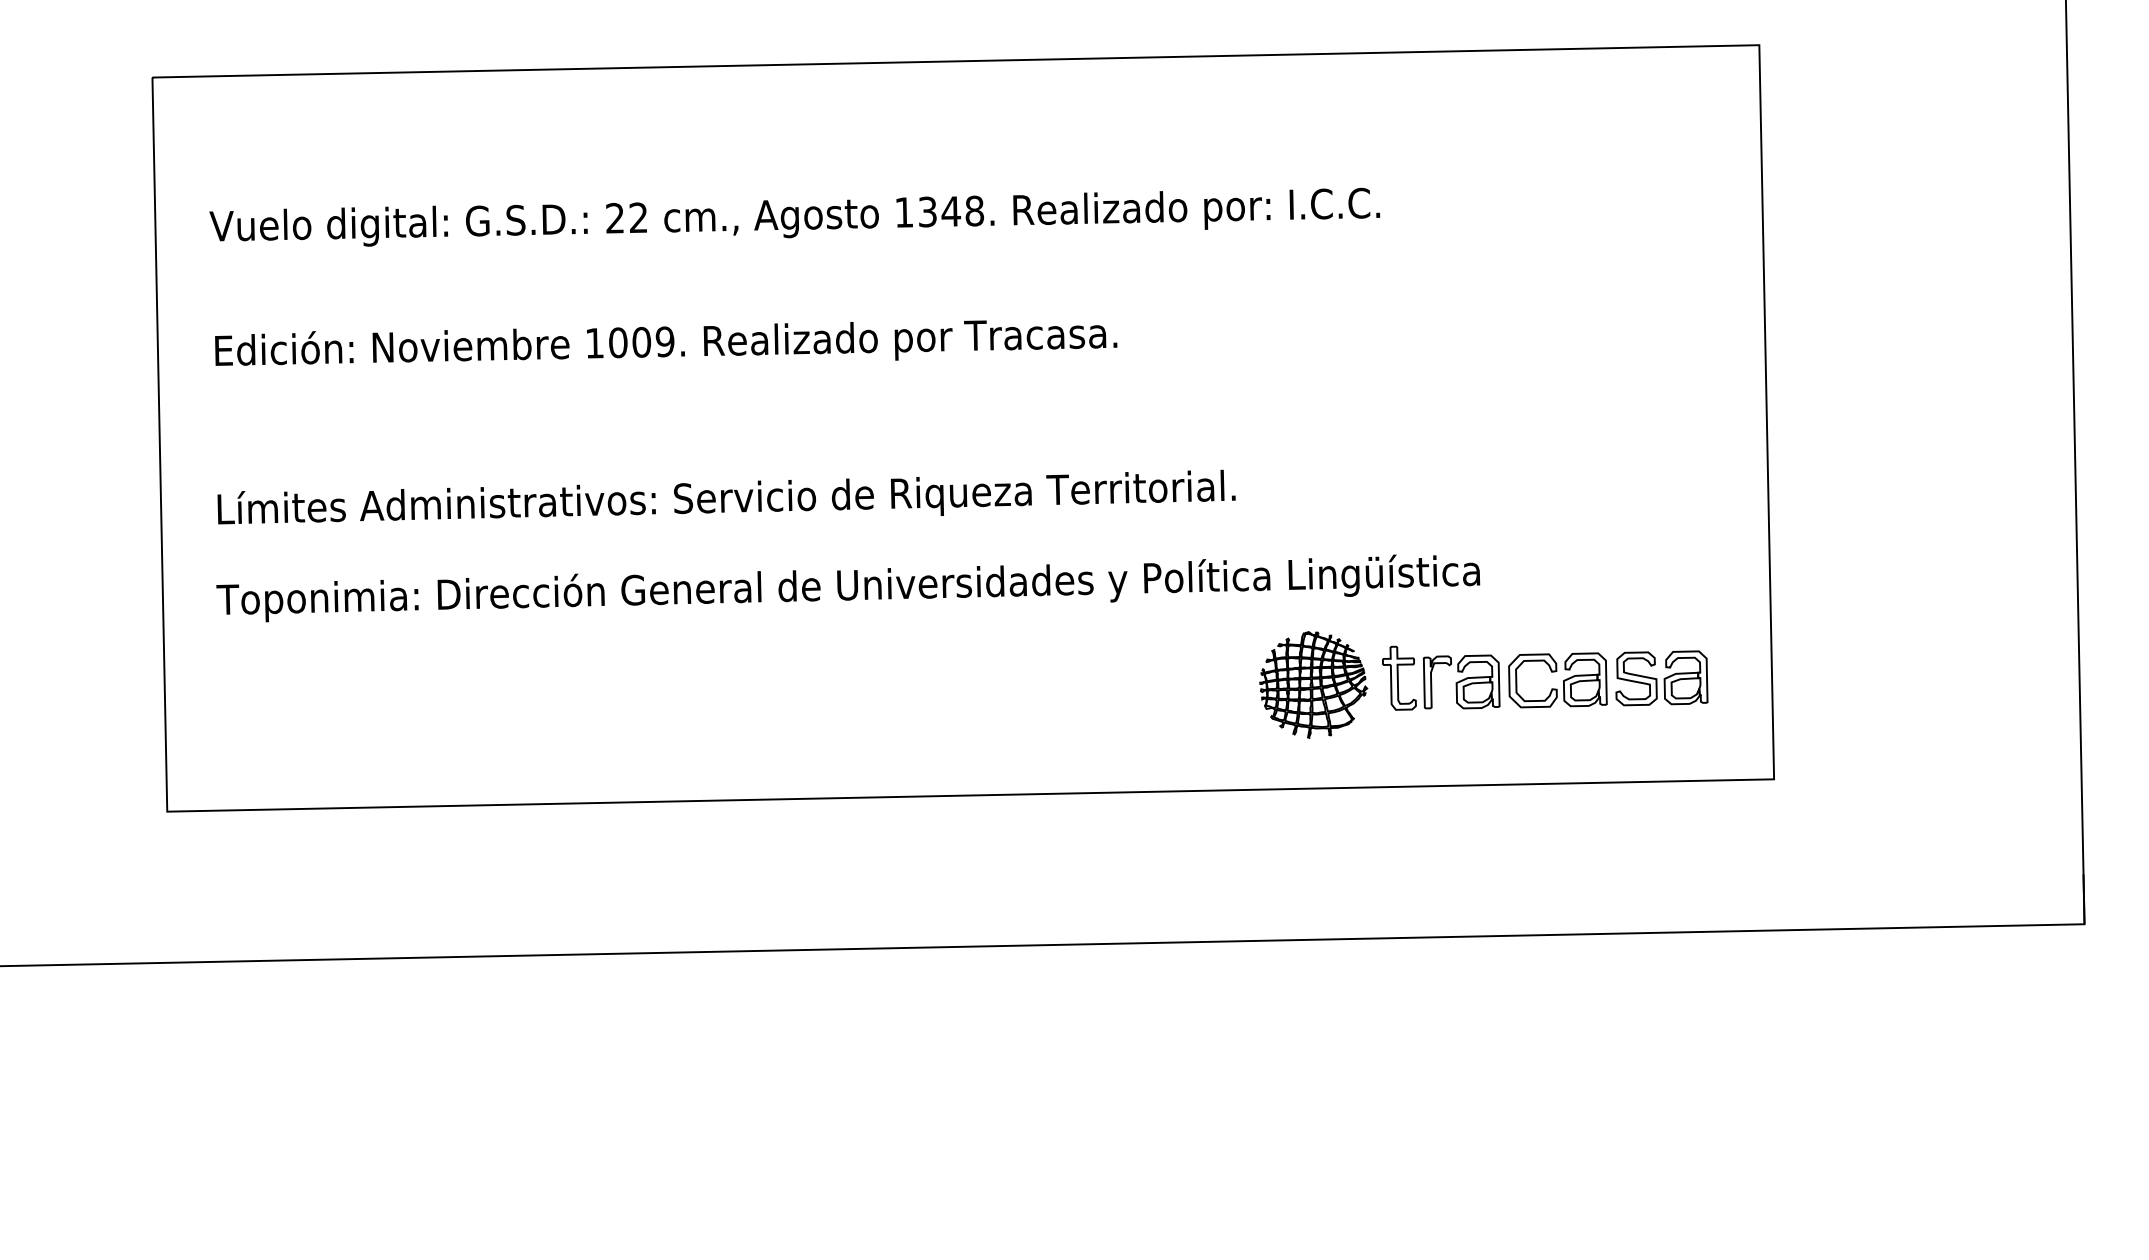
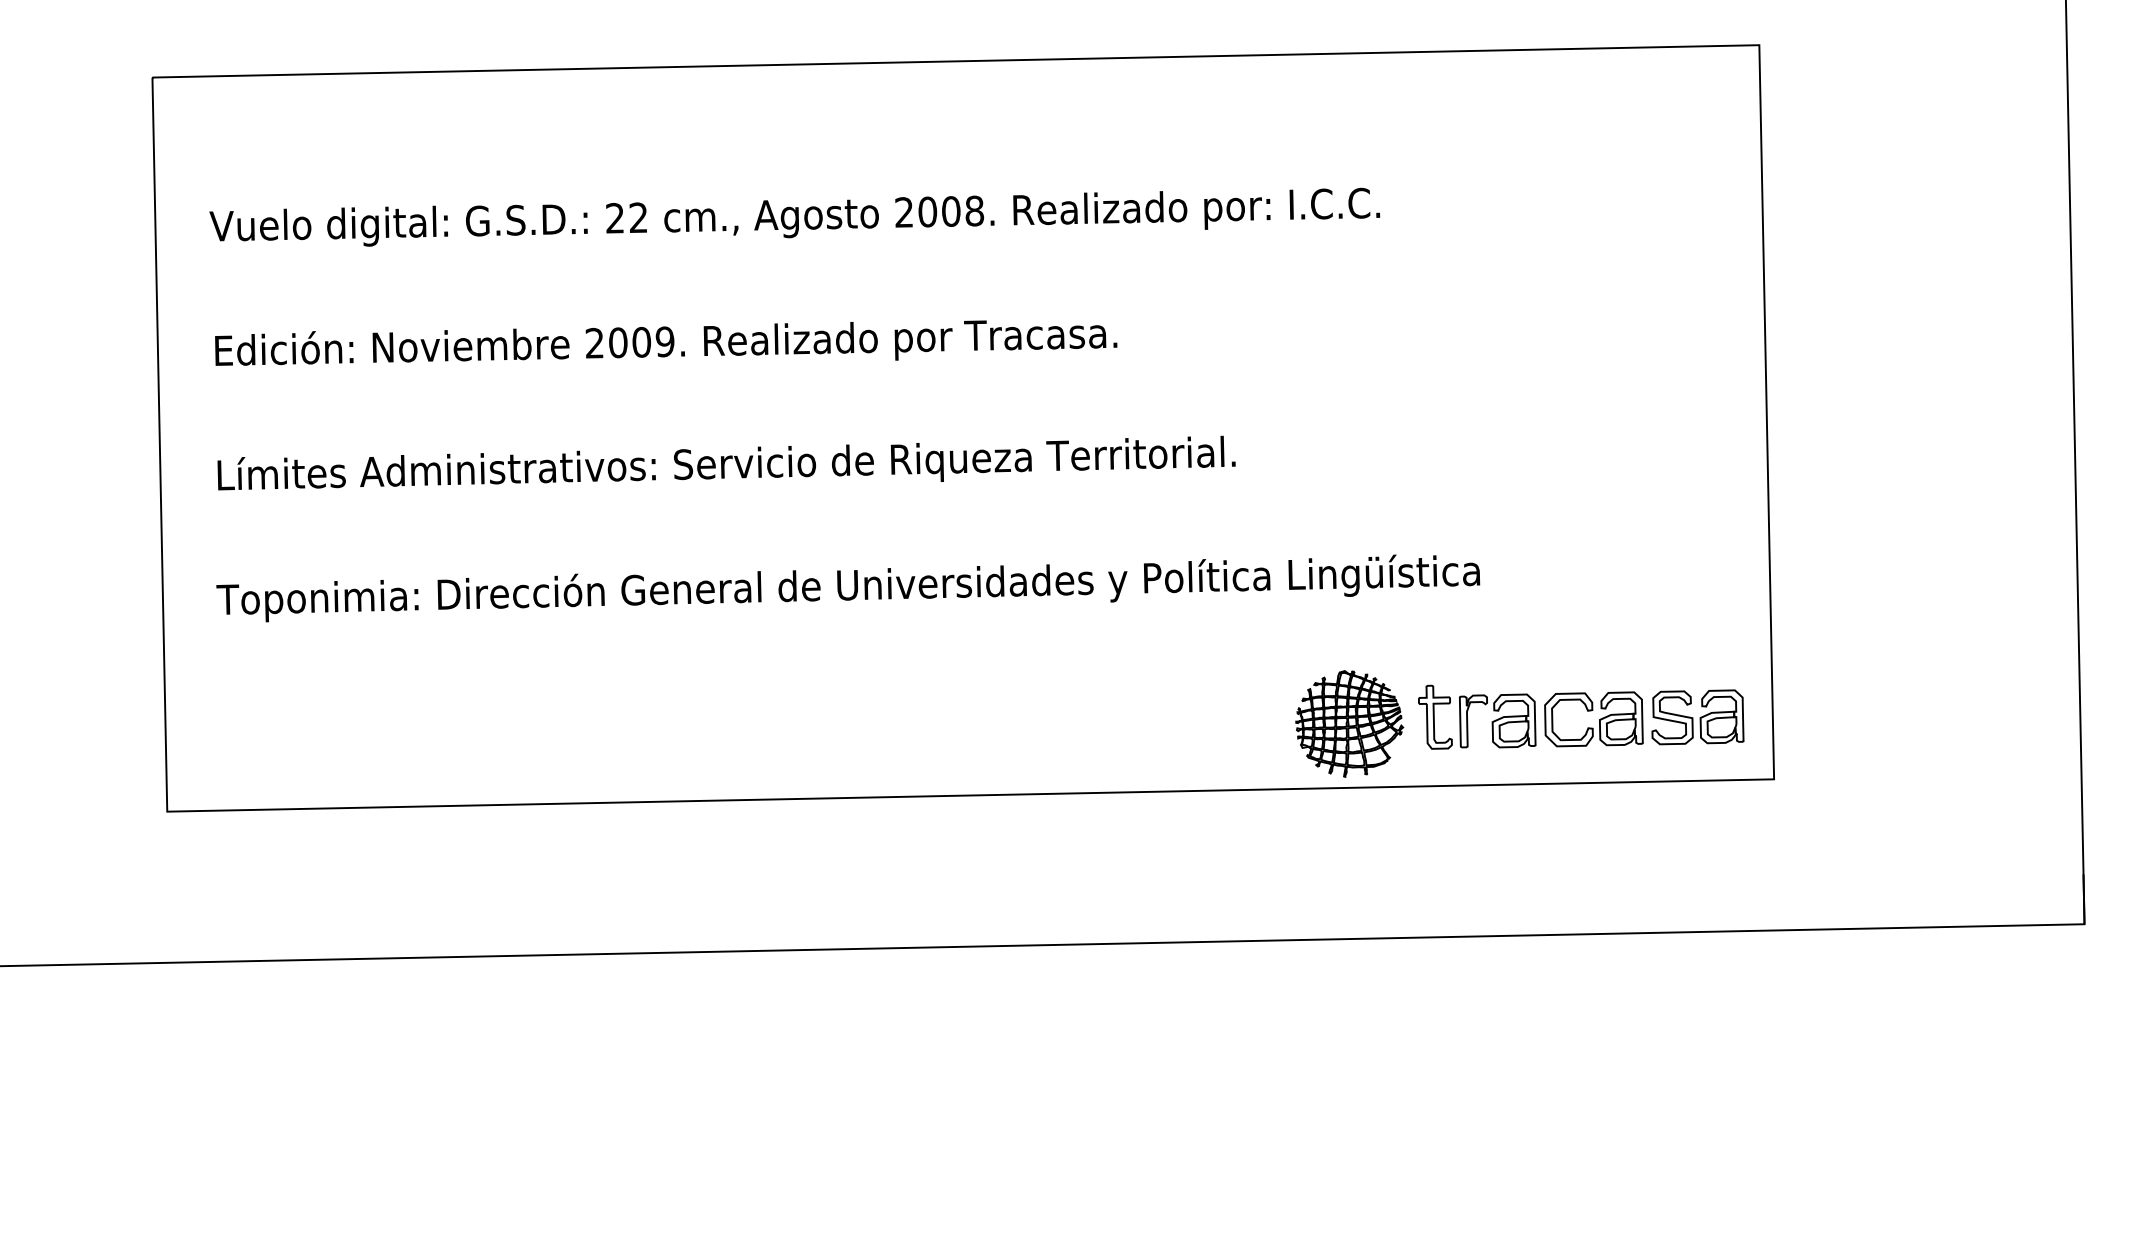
text at (928, 211): 1348. -> 2008.
text at (594, 342): 1009. -> 2009.
text at (726, 496) position: (726, 496) -> (726, 462)
part at (1483, 684) position: (1483, 684) -> (1519, 723)
